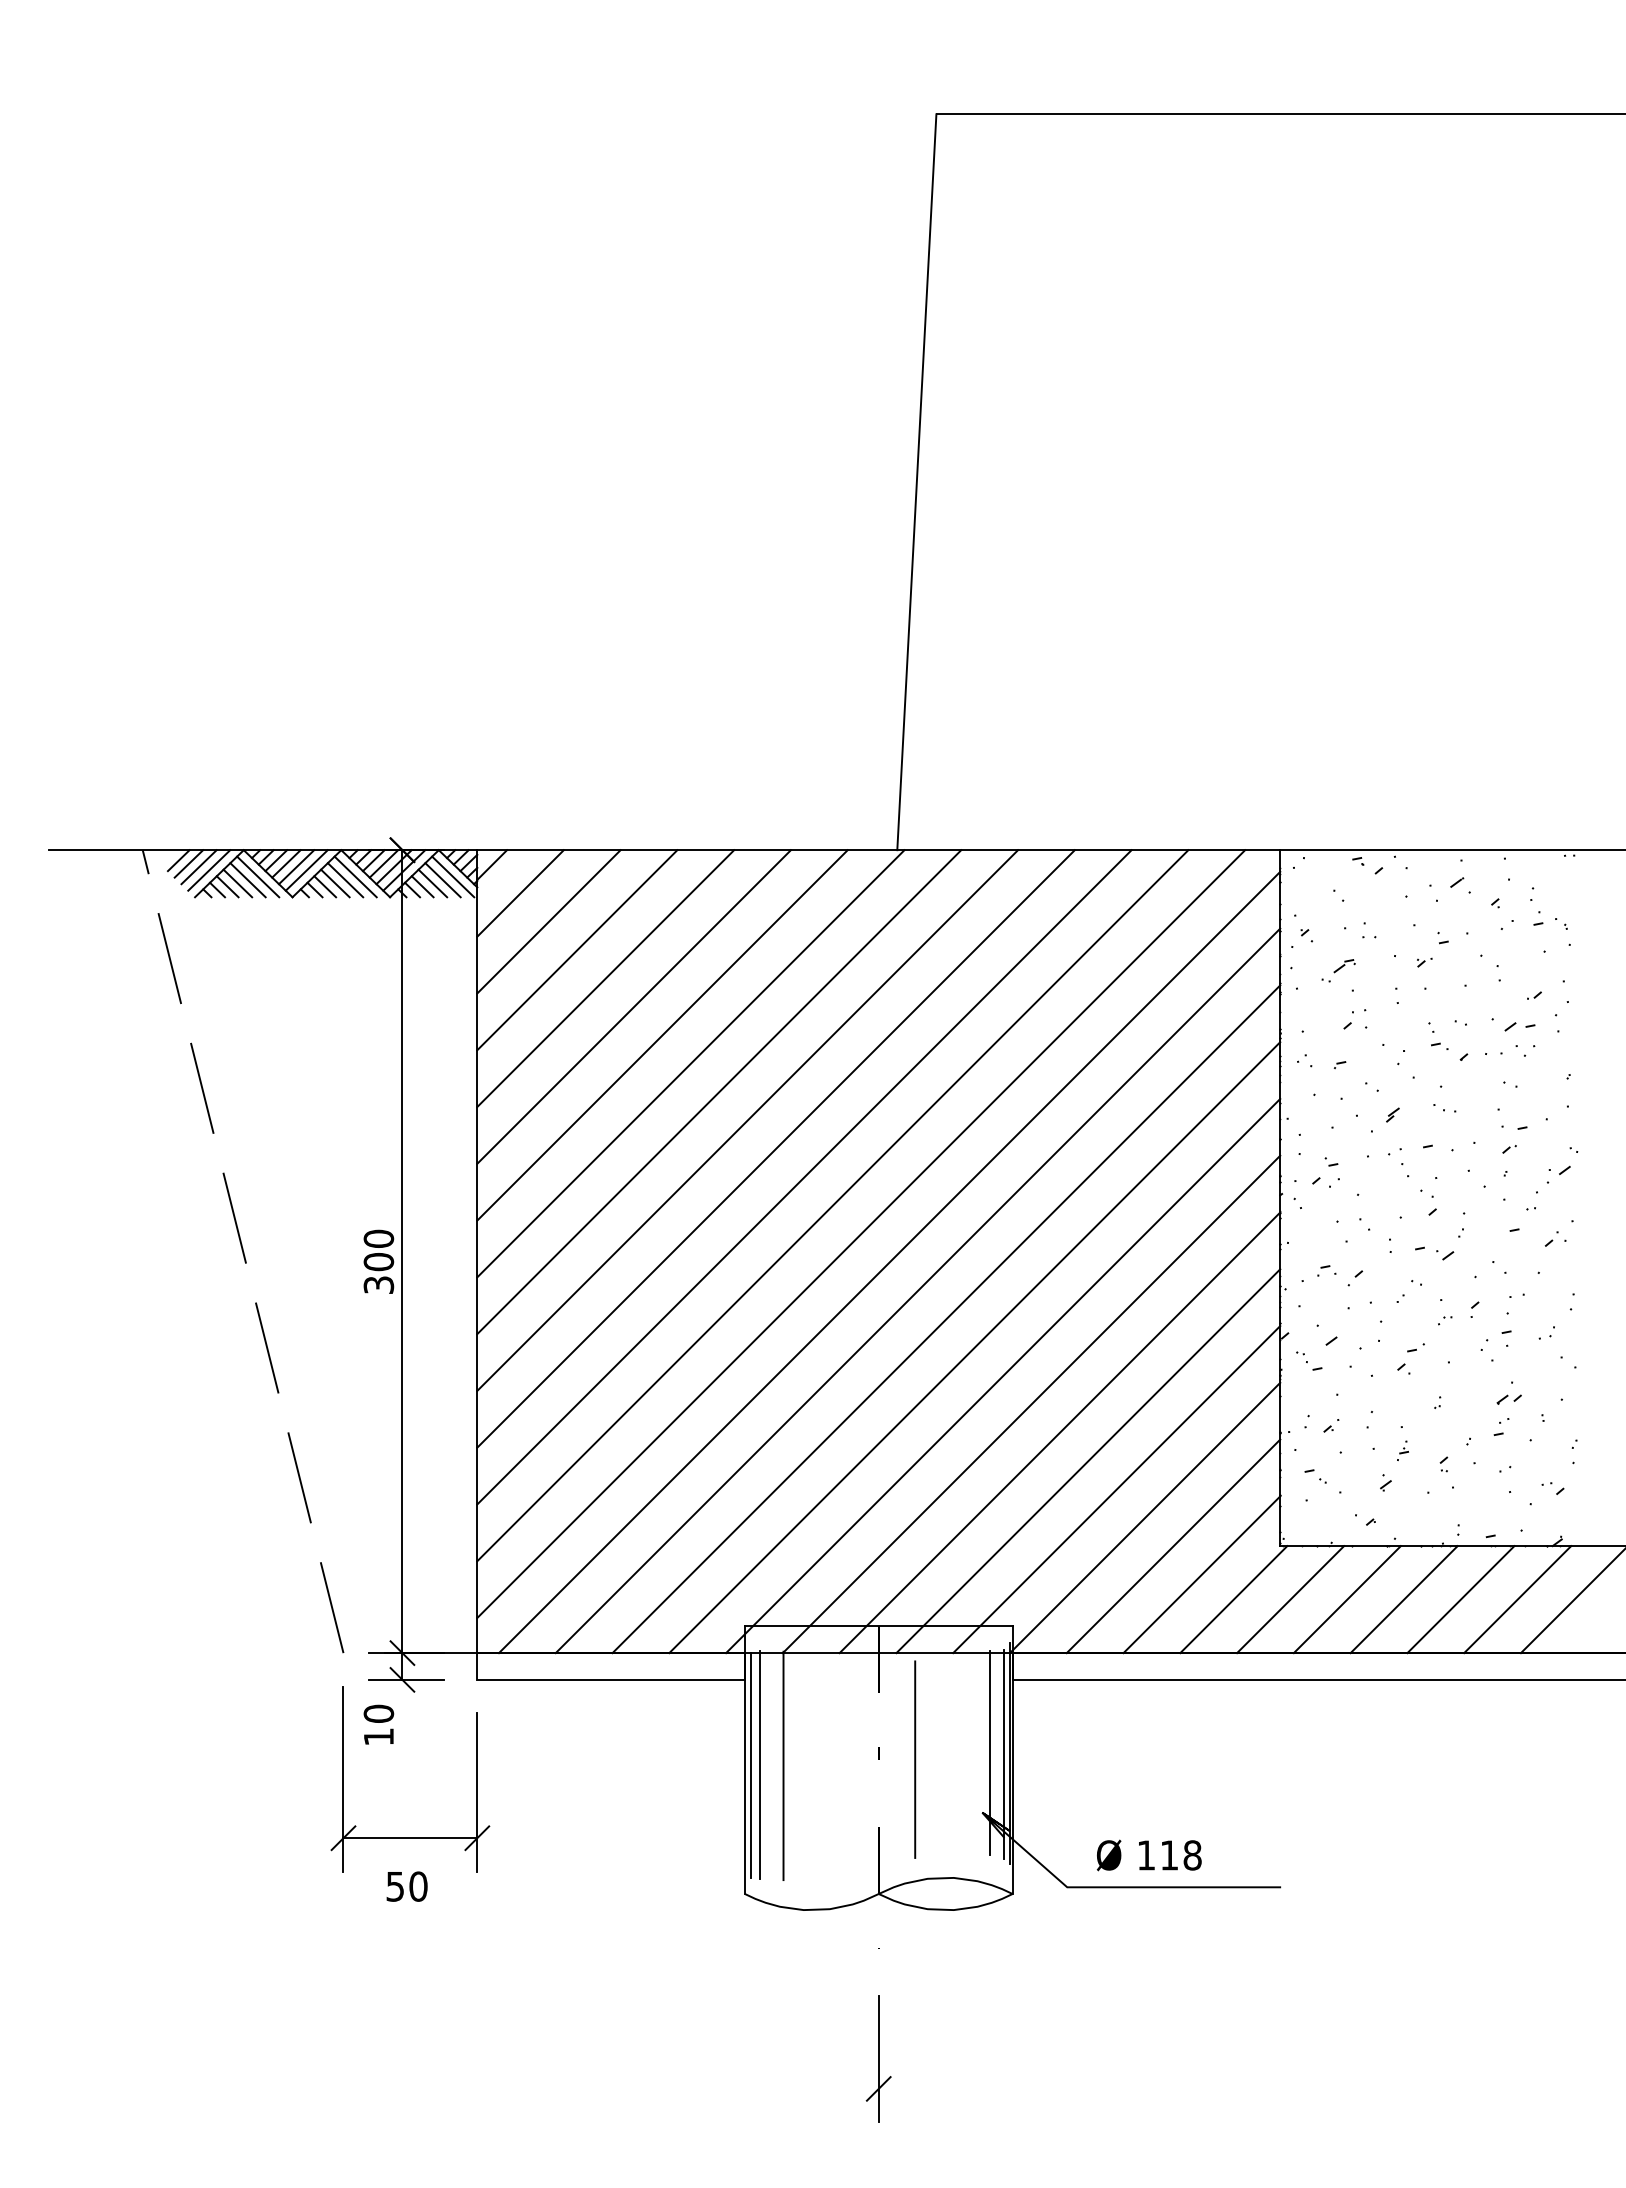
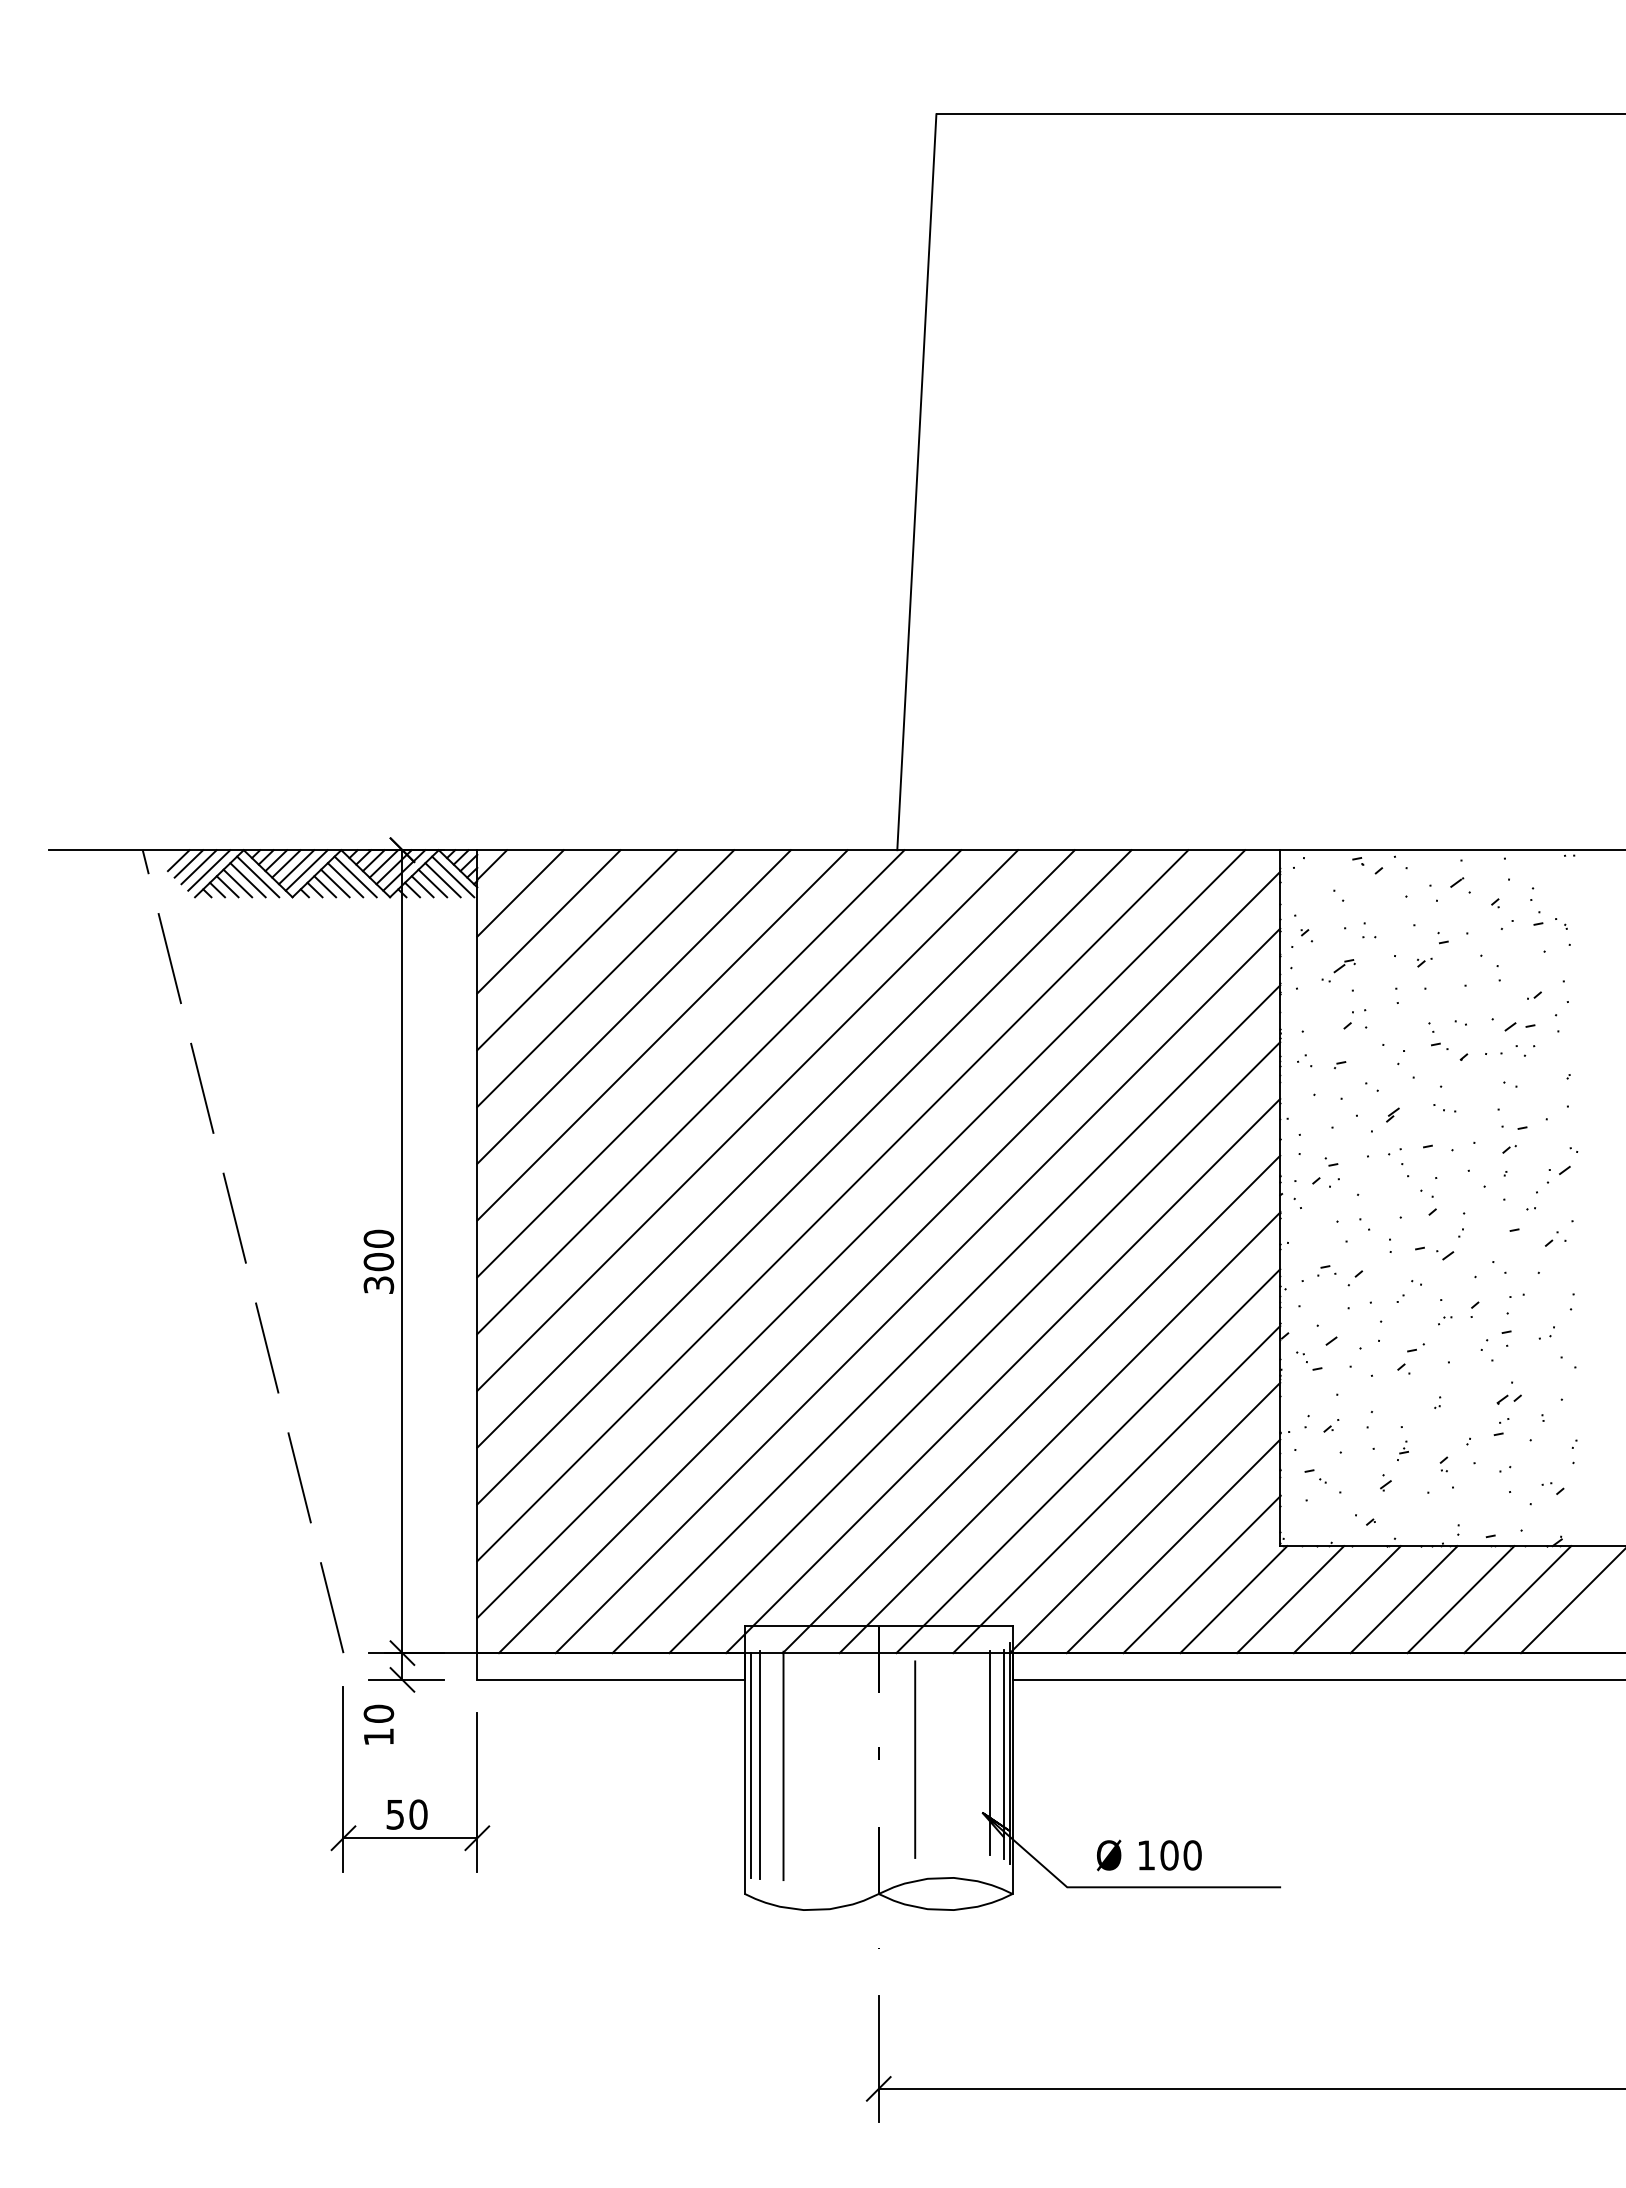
text at (1180, 1855): 118 -> 100
text at (406, 1886) position: (406, 1886) -> (406, 1814)
line at (1250, 2088): none -> present
